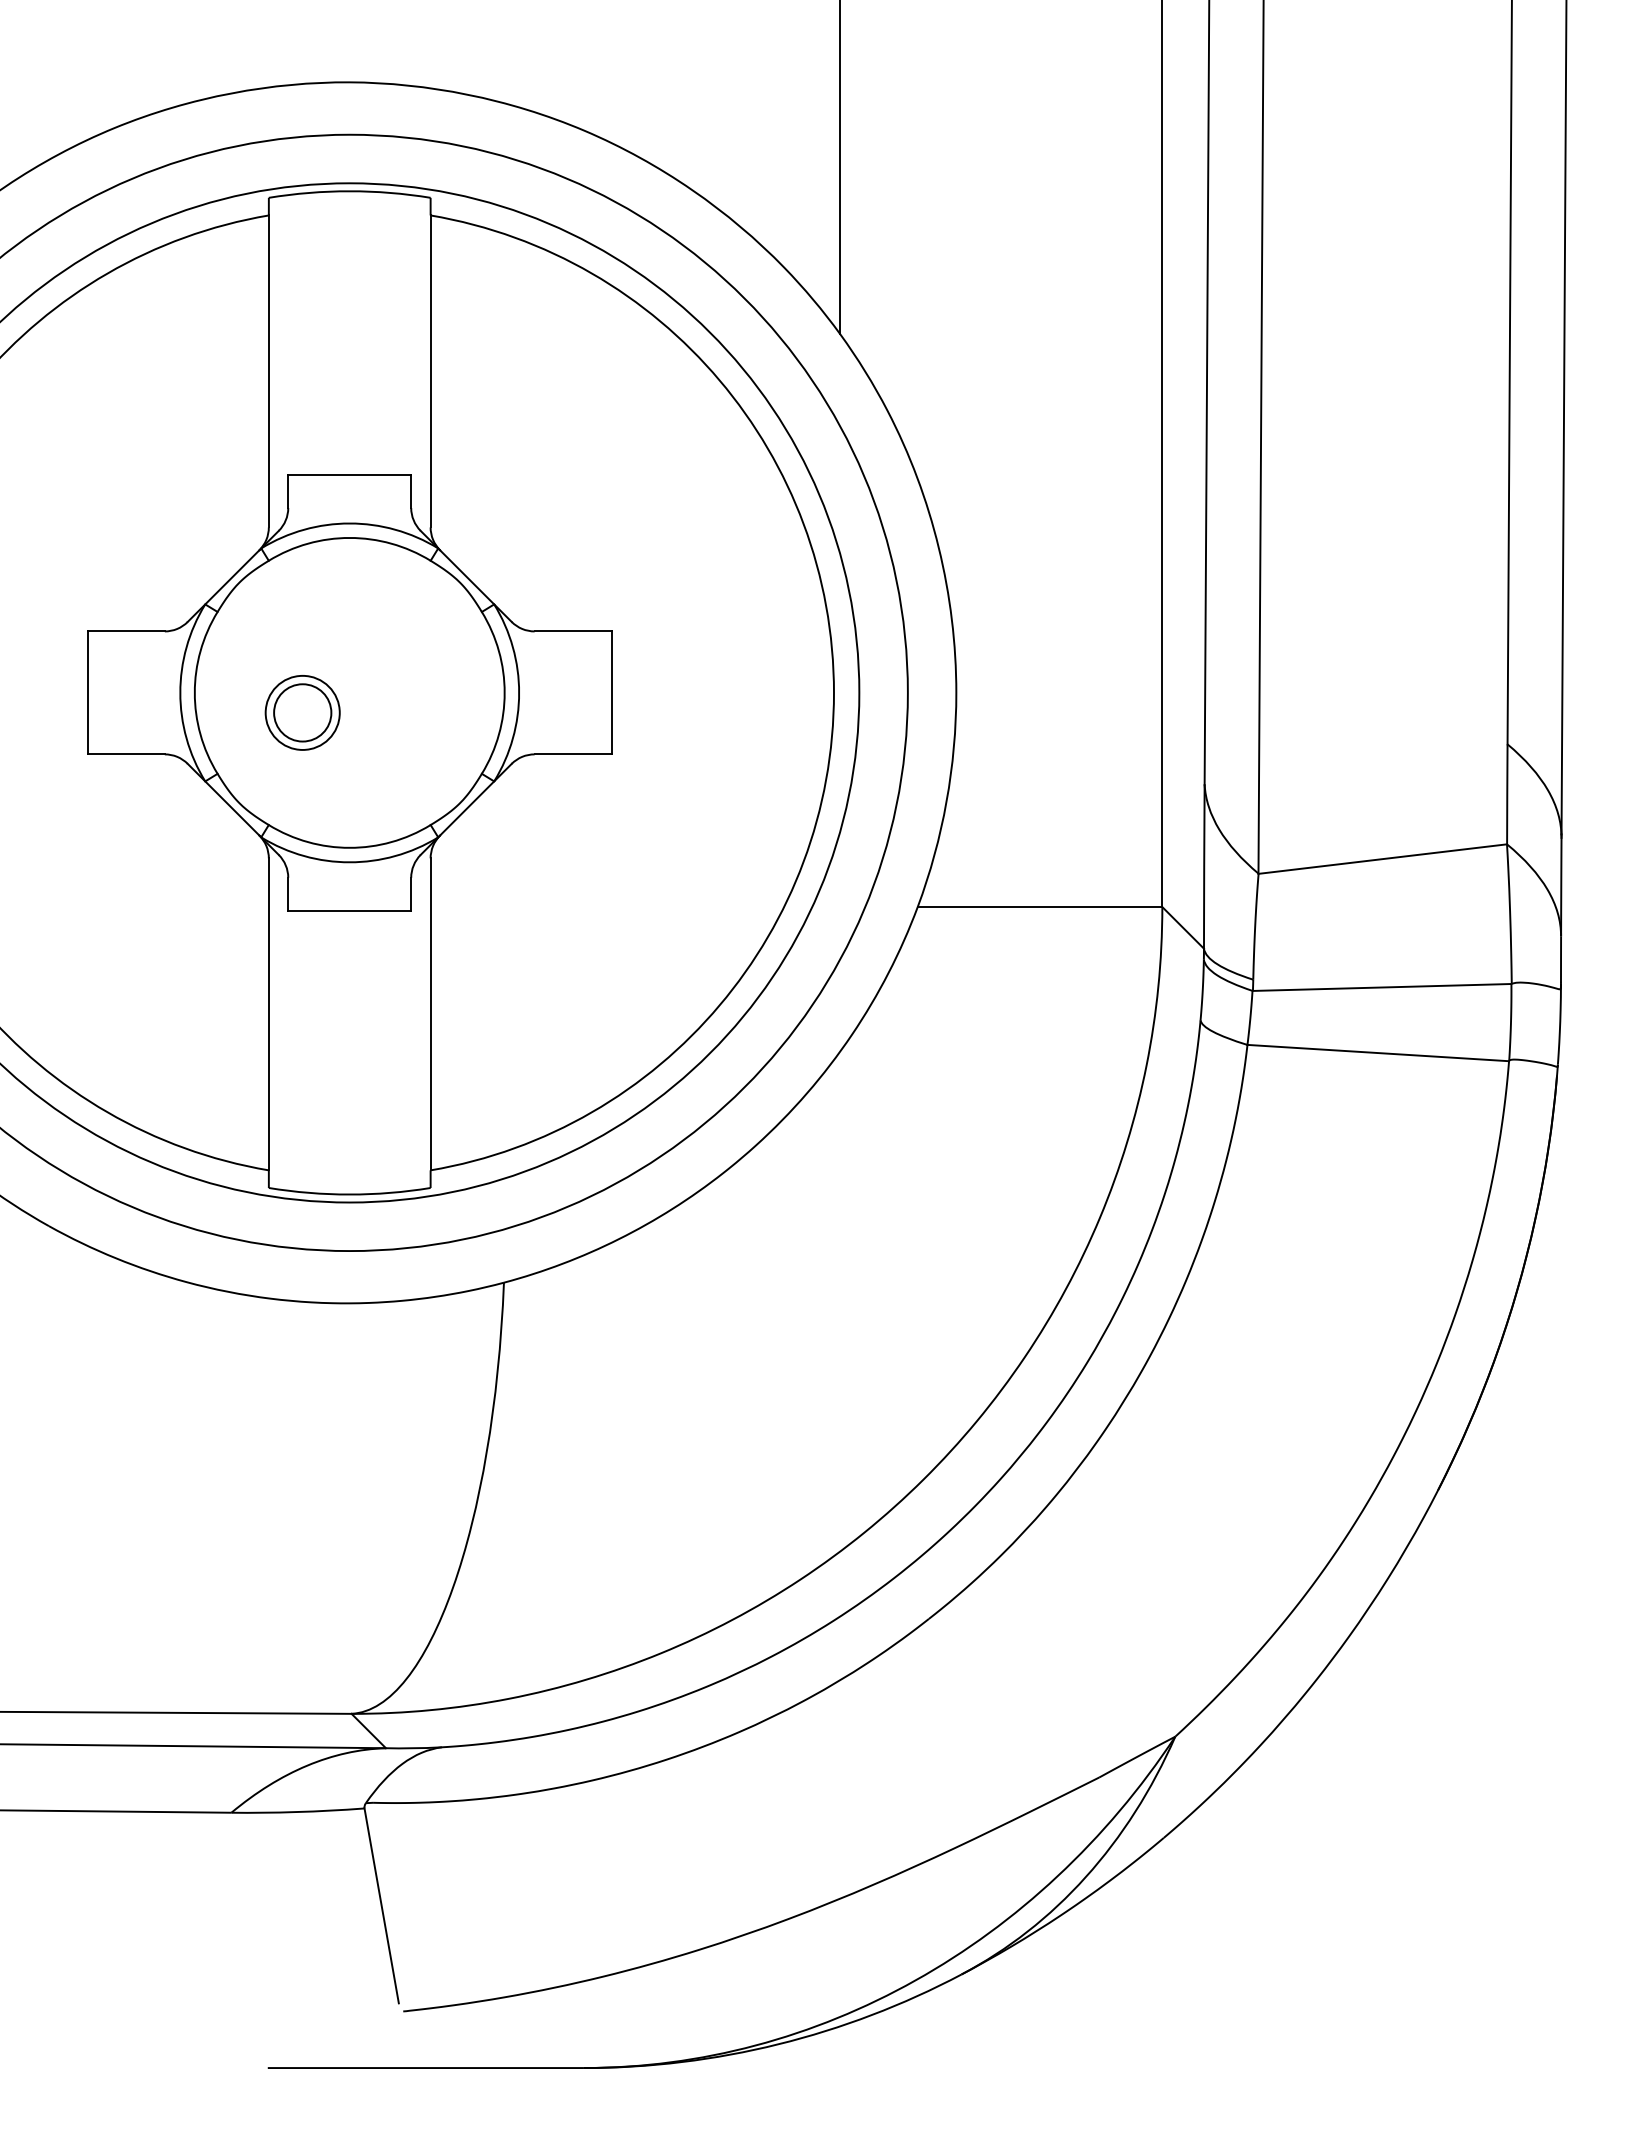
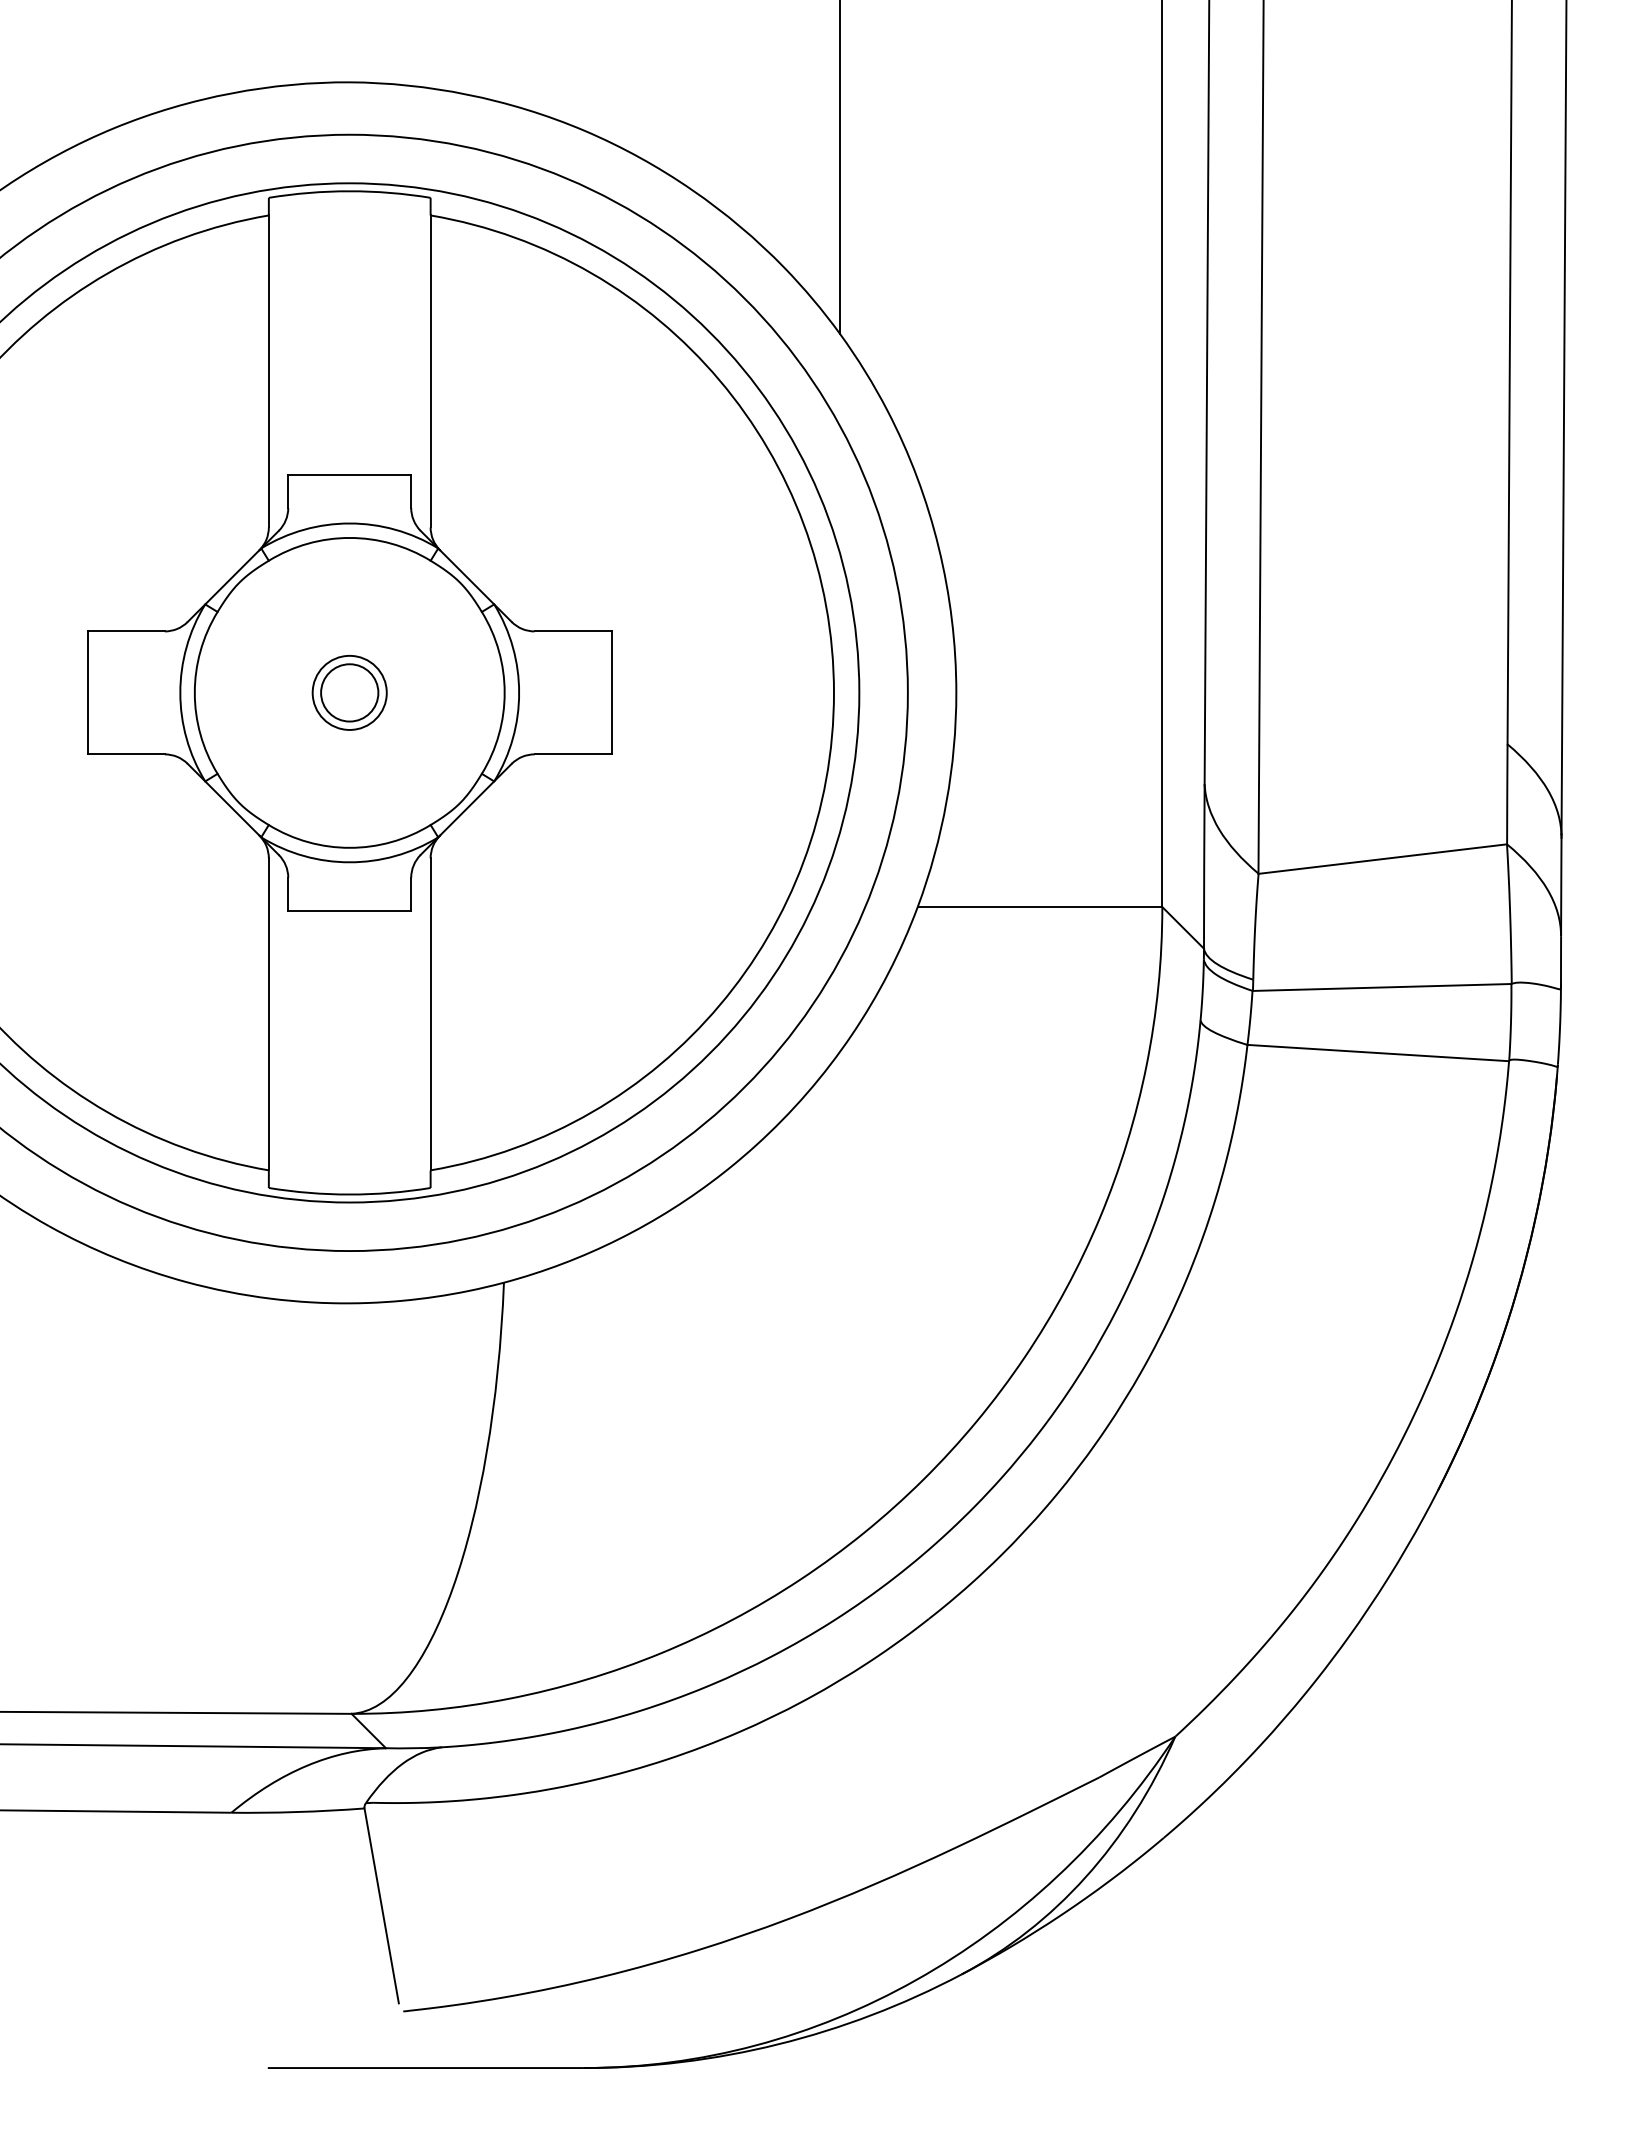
part at (302, 712) position: (302, 712) -> (349, 692)
